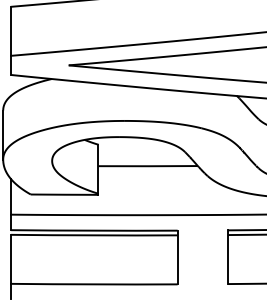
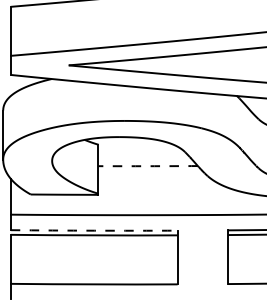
line at (148, 166): solid -> dashed
arc at (94, 230): solid -> dashed
